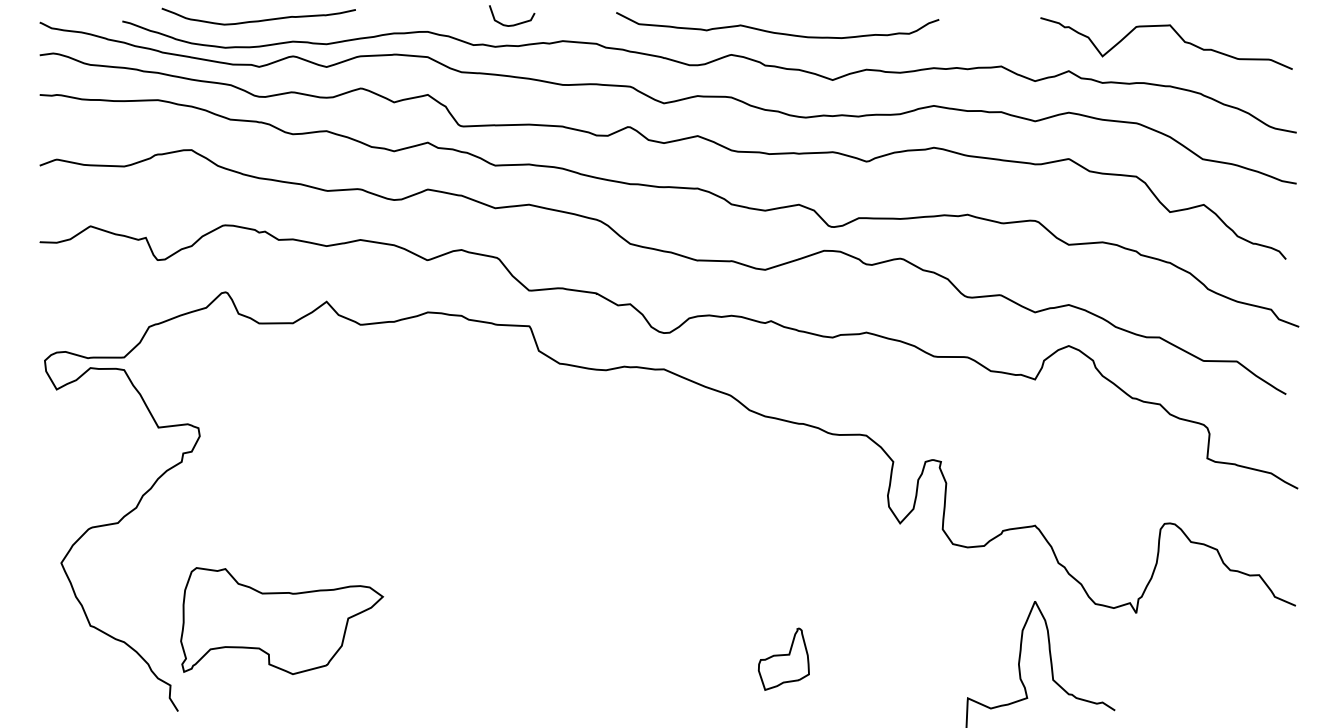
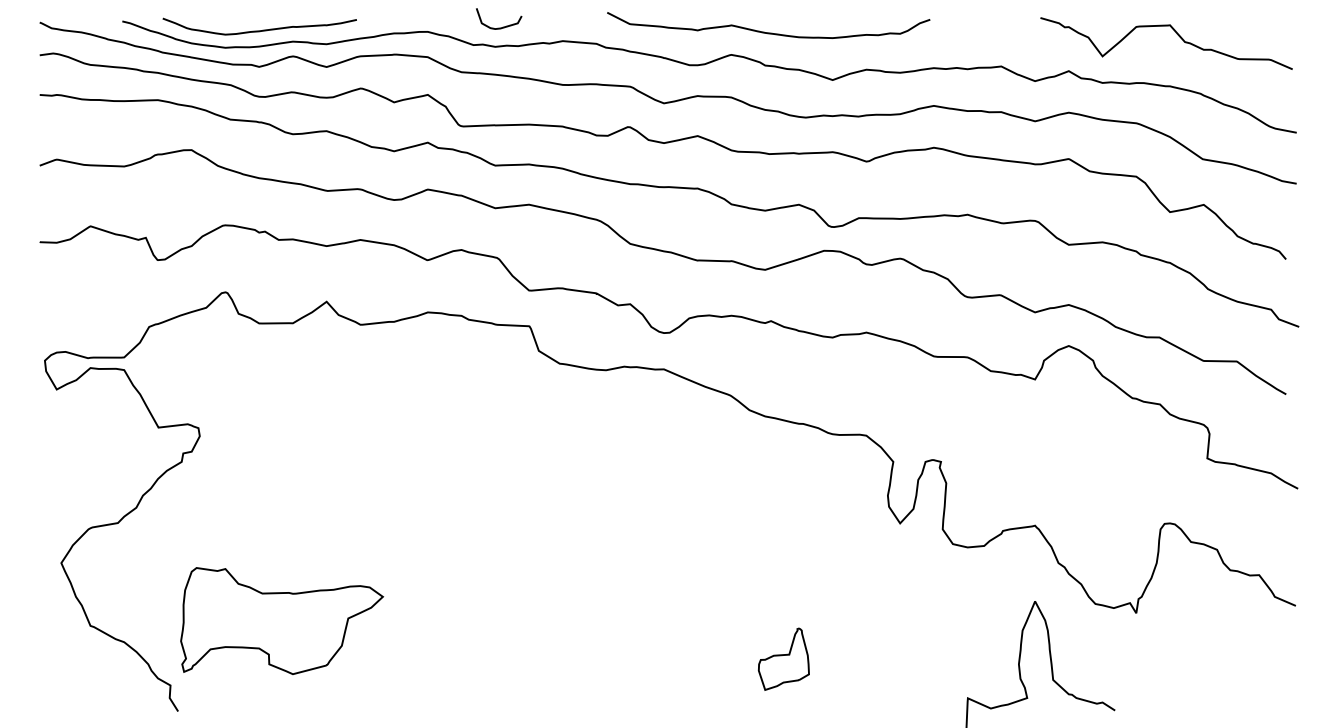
curve at (258, 20) position: (258, 20) -> (259, 30)
curve at (516, 23) position: (516, 23) -> (503, 26)
curve at (777, 32) position: (777, 32) -> (768, 32)
